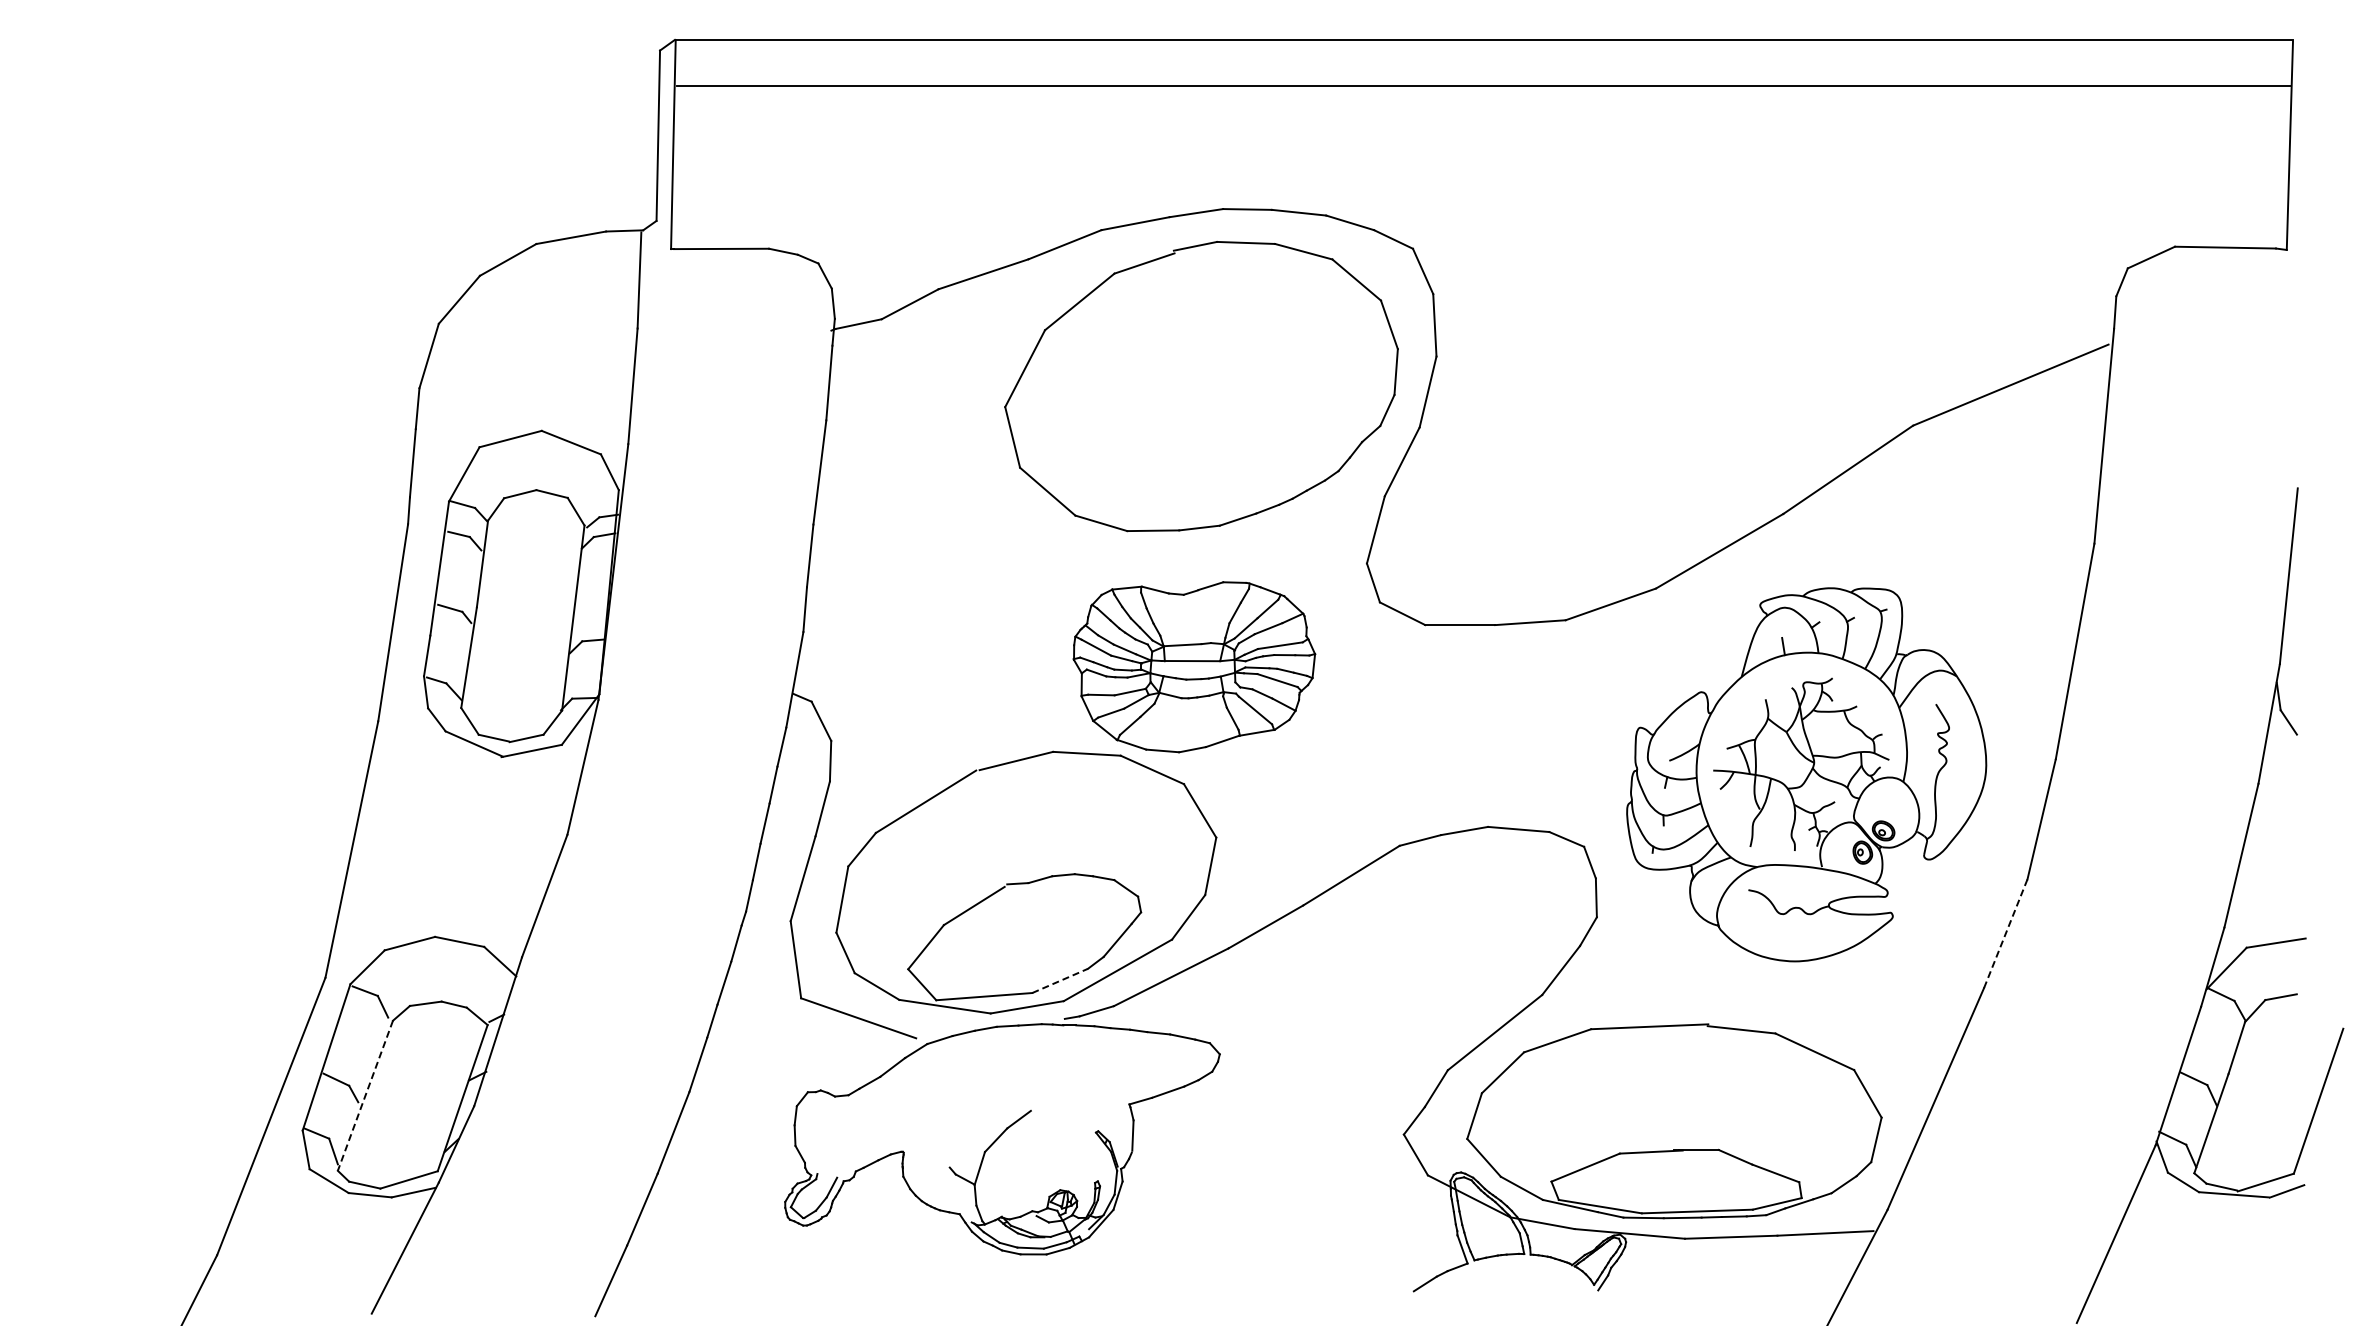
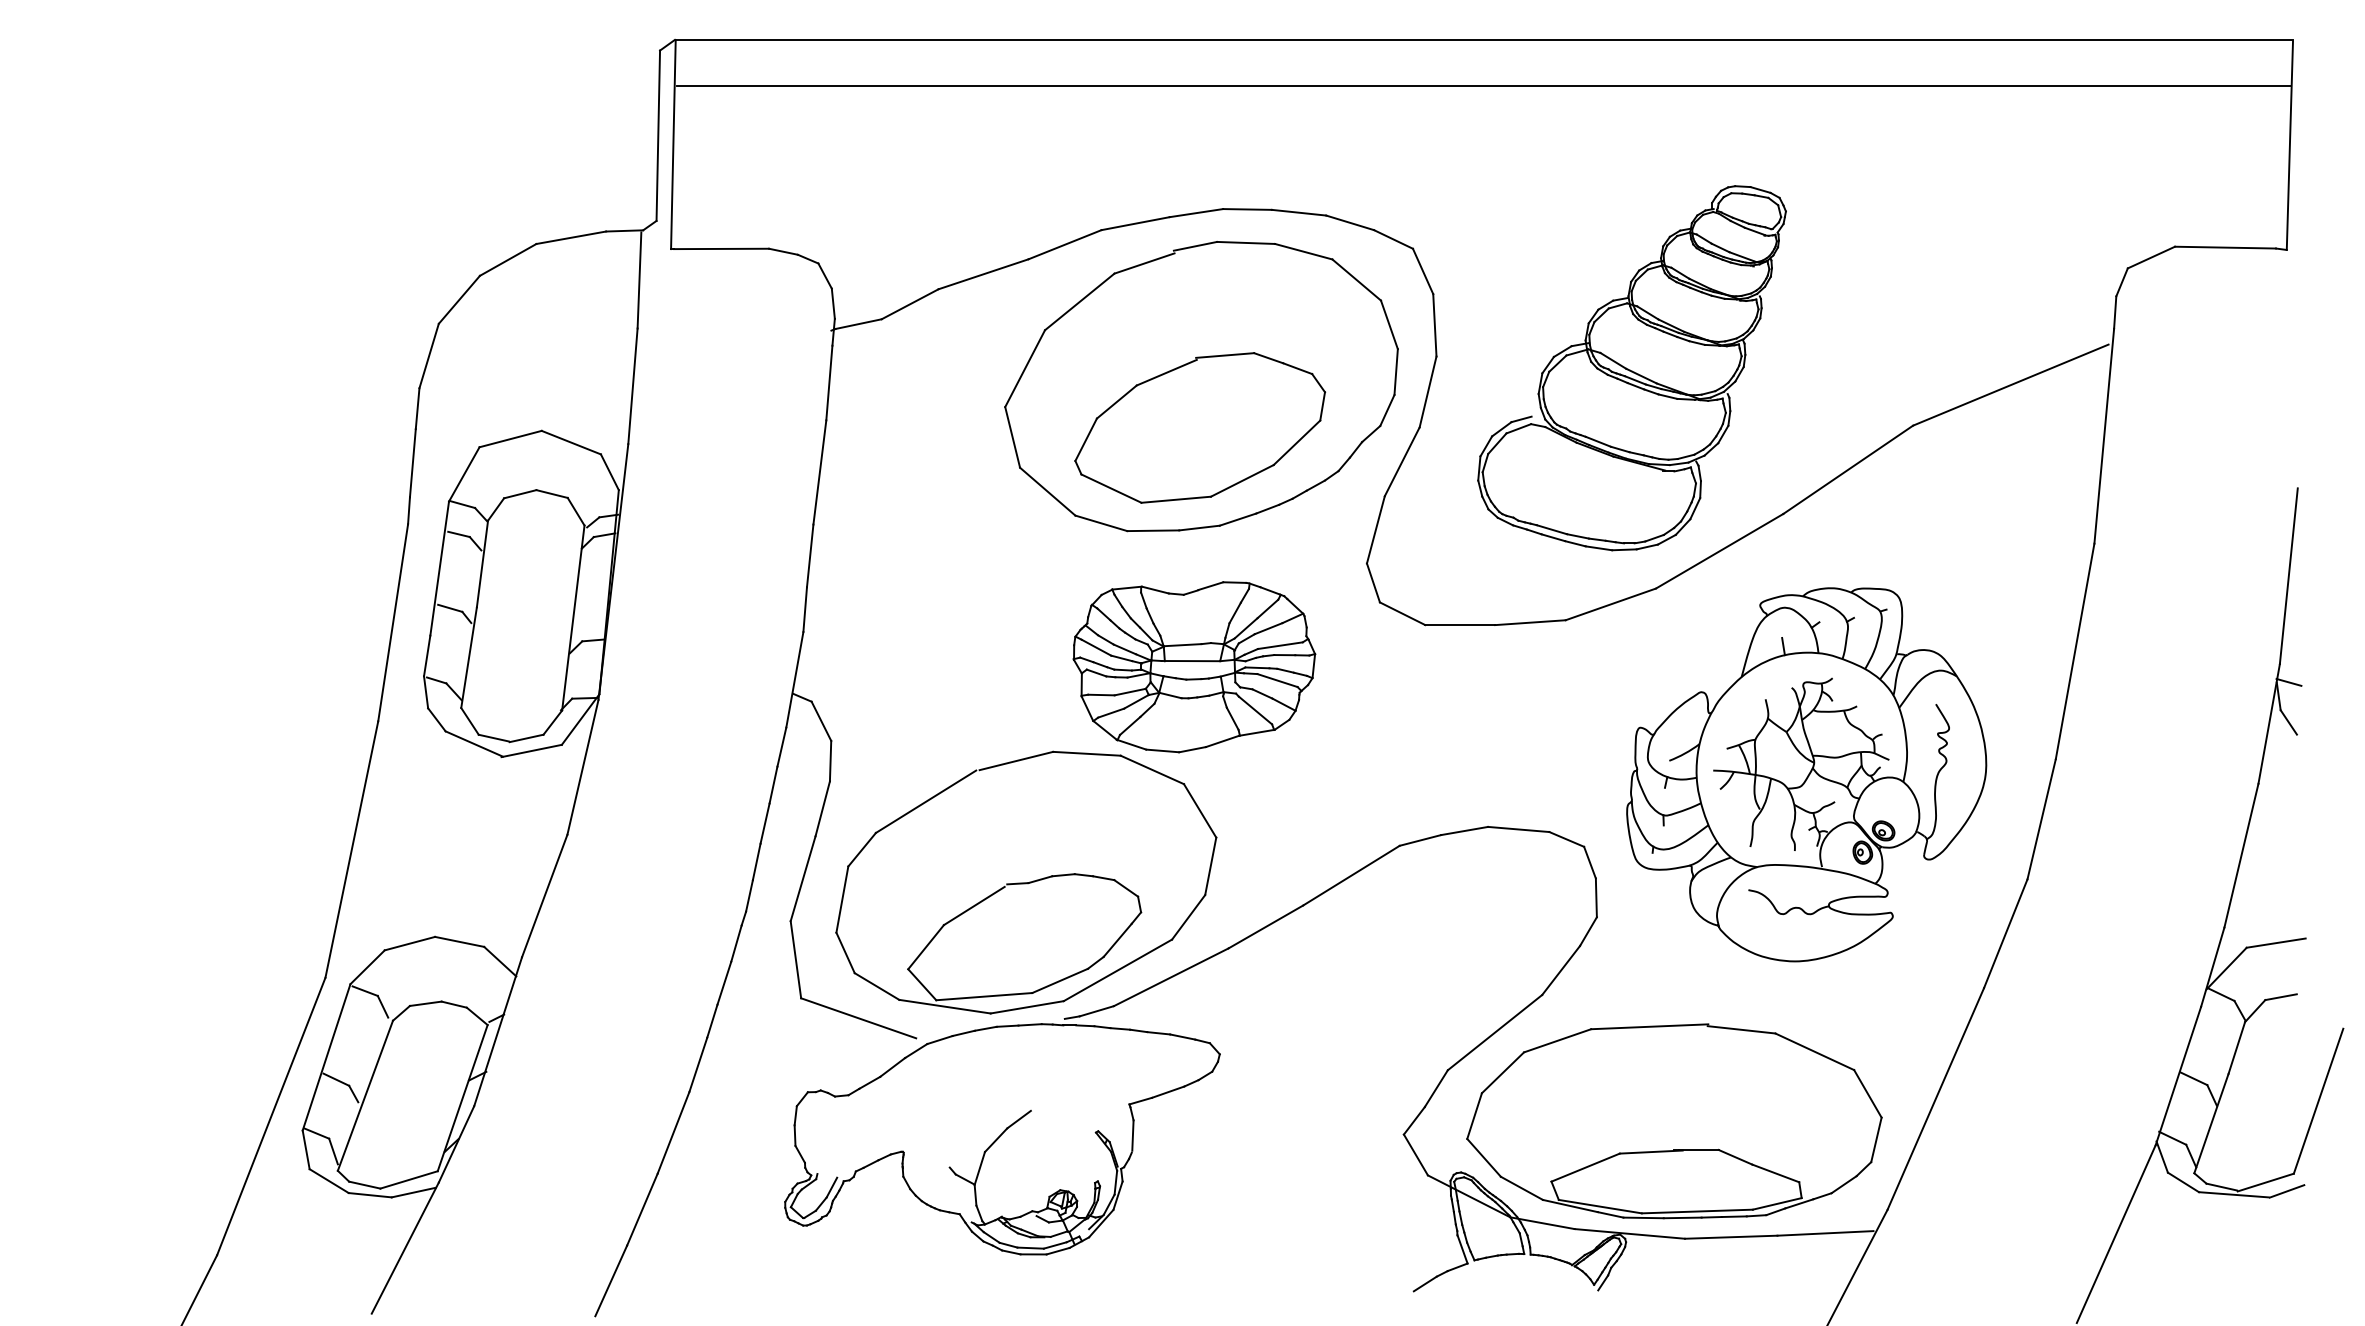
part at (1631, 368): none -> present
part at (1200, 427): none -> present
line at (2288, 681): none -> present
line at (2005, 933): dashed -> solid
line at (1060, 980): dashed -> solid
line at (365, 1095): dashed -> solid
